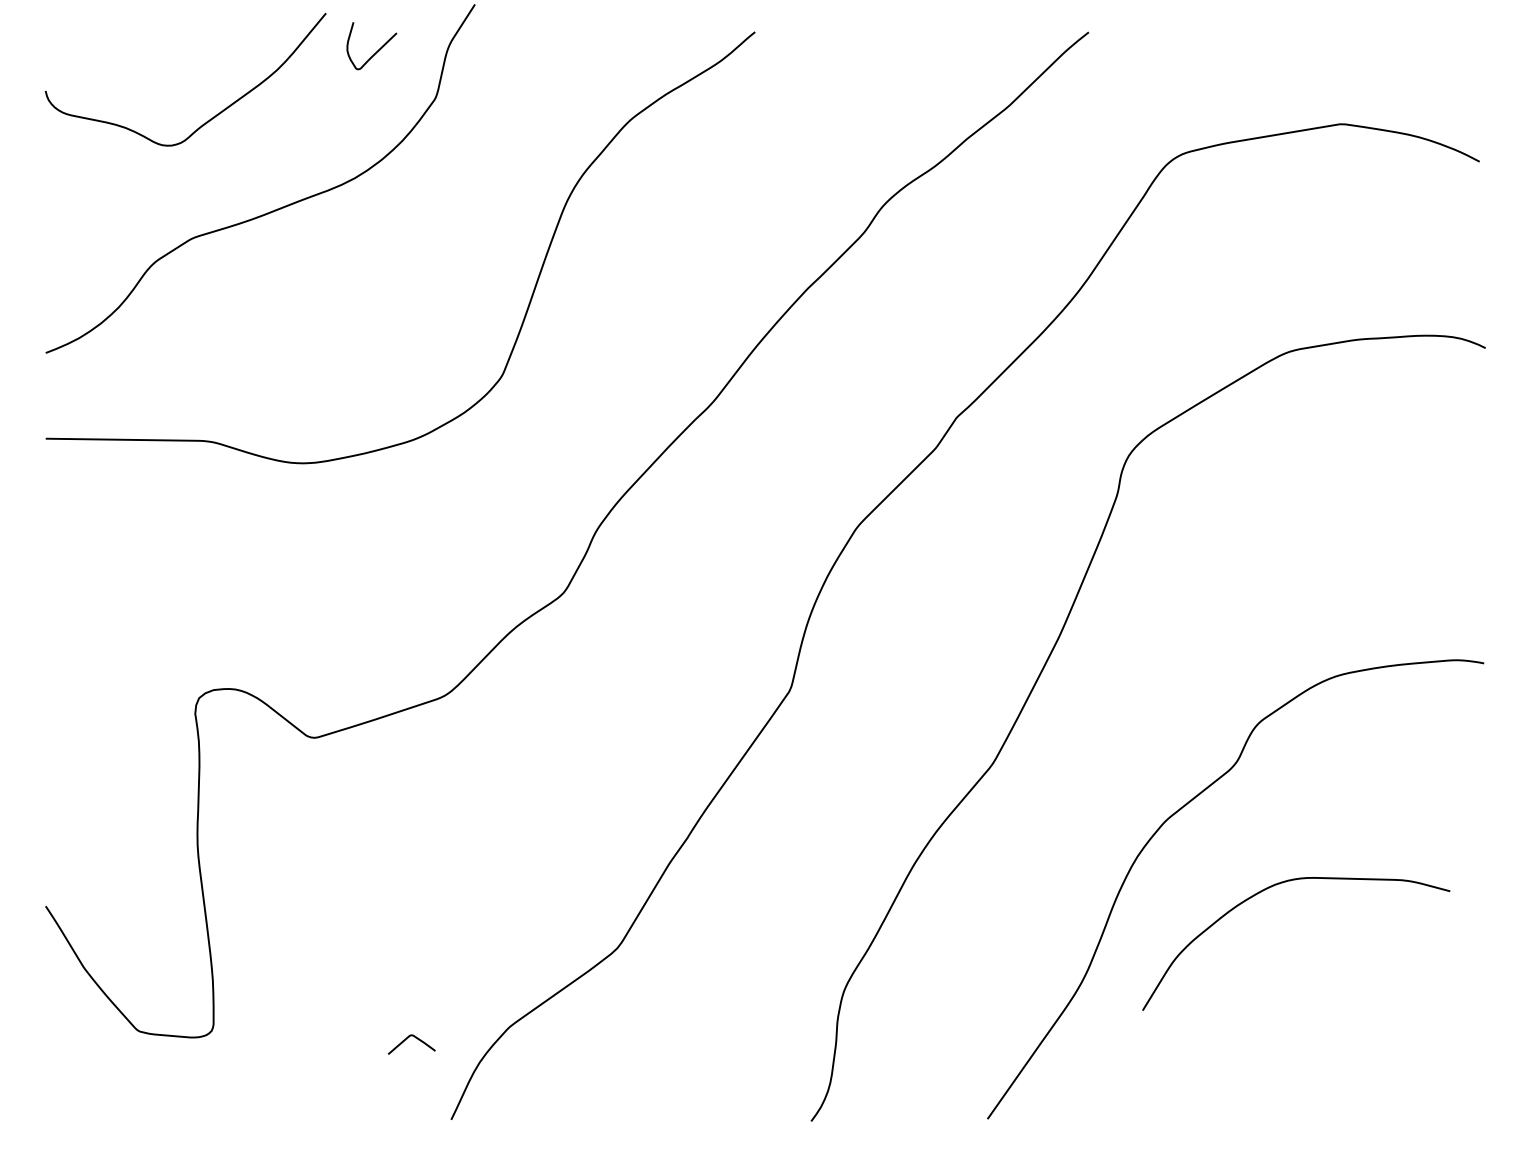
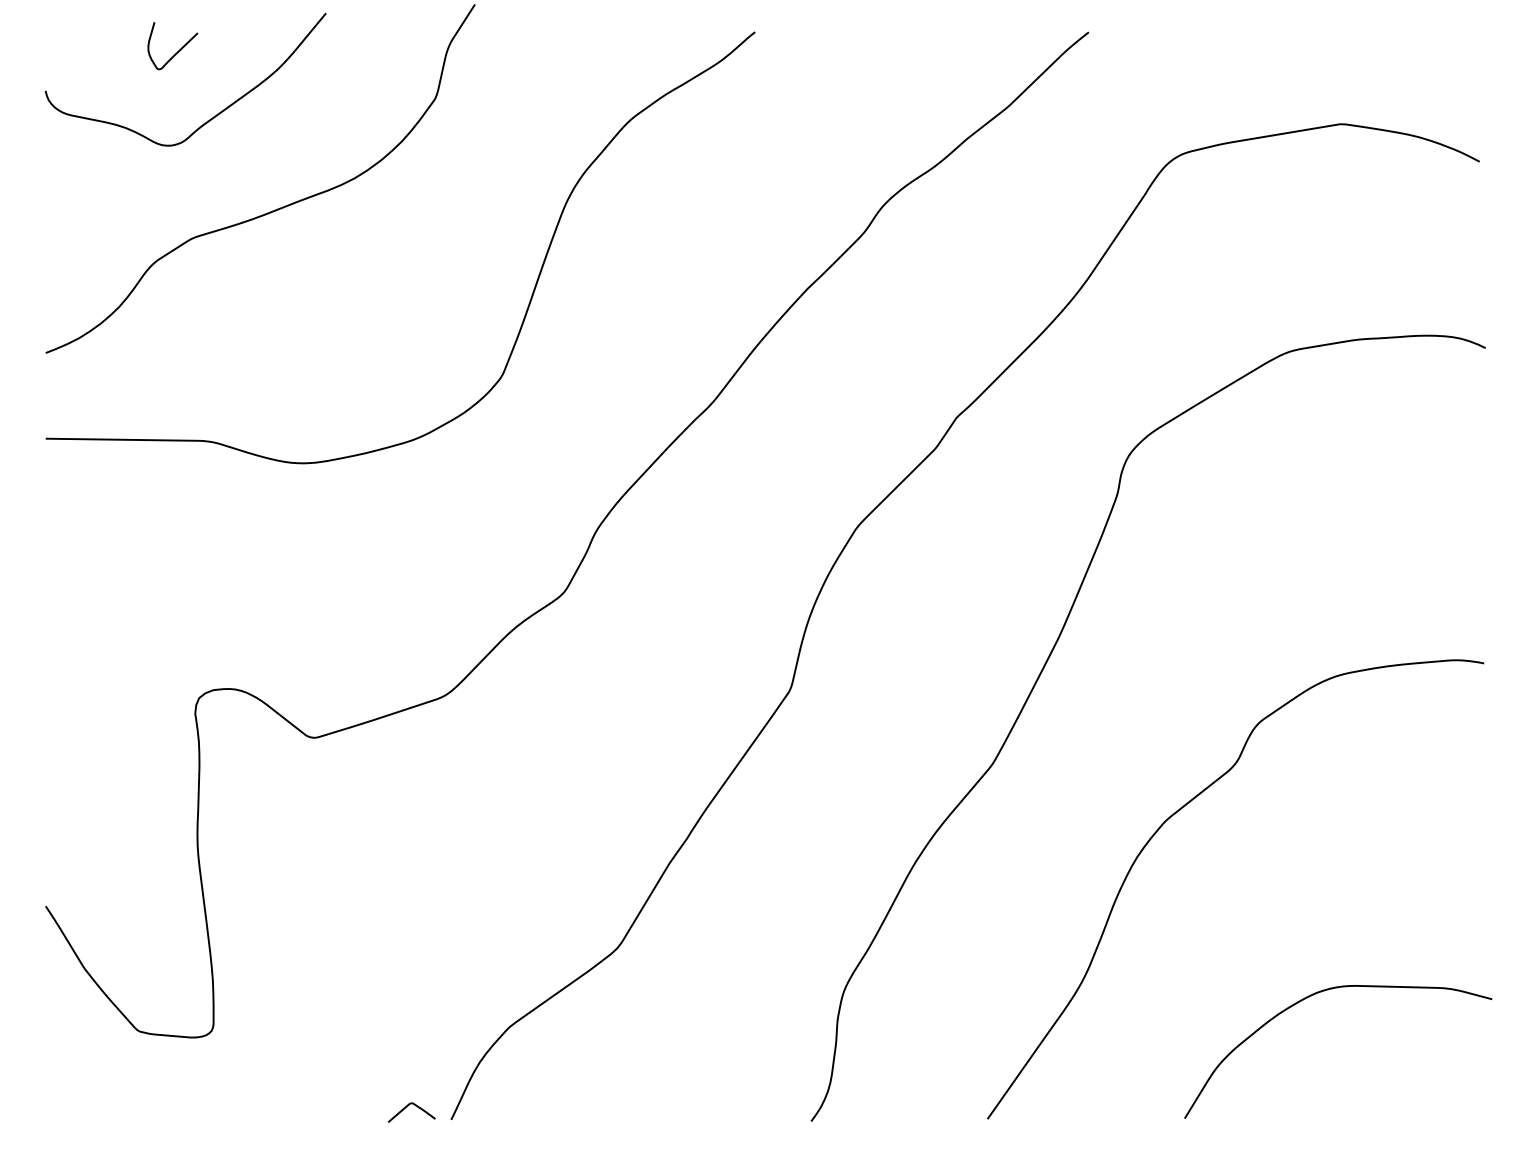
curve at (376, 51) position: (376, 51) -> (177, 51)
curve at (1274, 886) position: (1274, 886) -> (1316, 994)
curve at (407, 1039) position: (407, 1039) -> (407, 1107)
